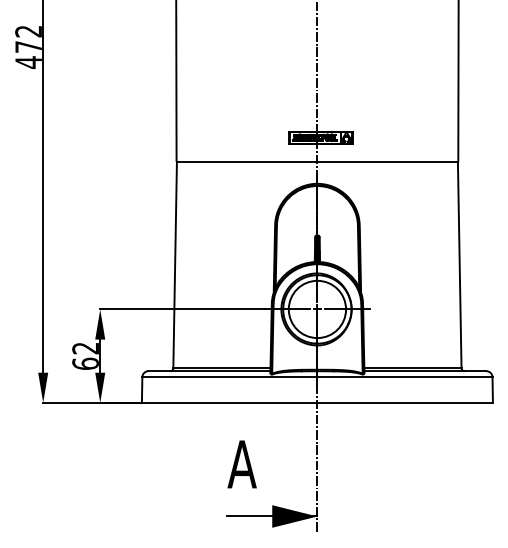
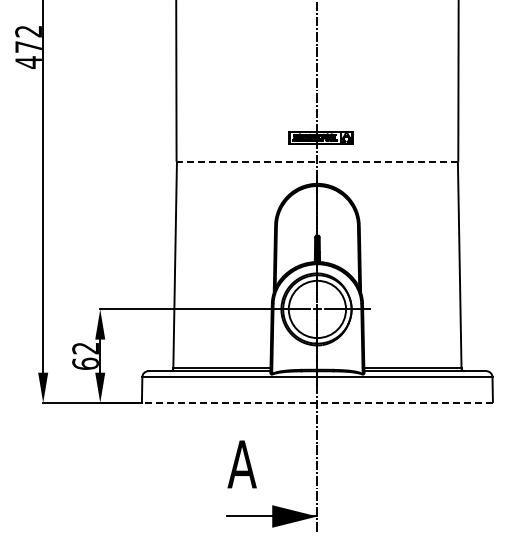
line at (317, 161): solid -> dashed
line at (317, 402): solid -> dashed
